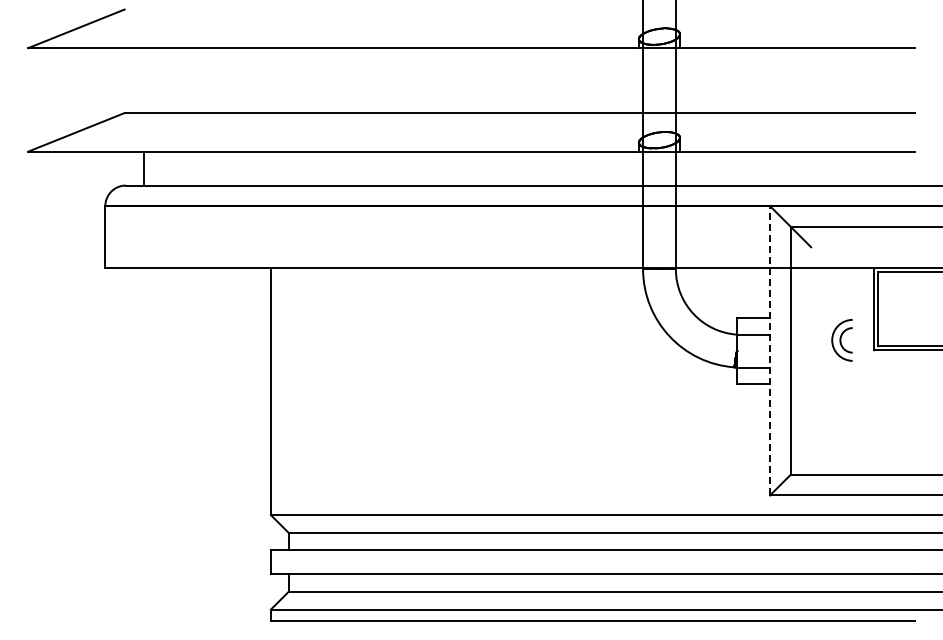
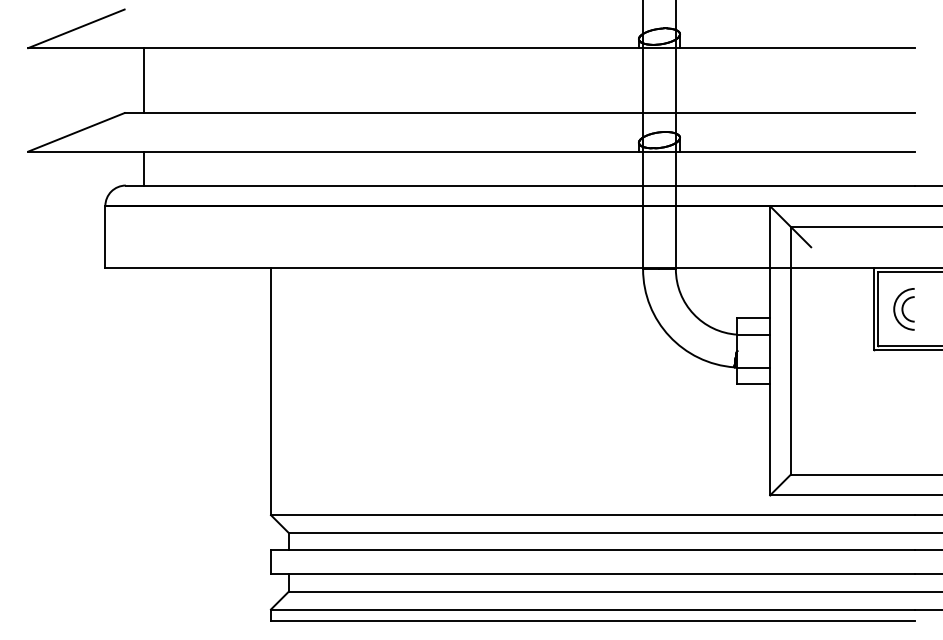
line at (143, 80): none -> present
part at (841, 340) position: (841, 340) -> (903, 309)
line at (770, 350): dashed -> solid
